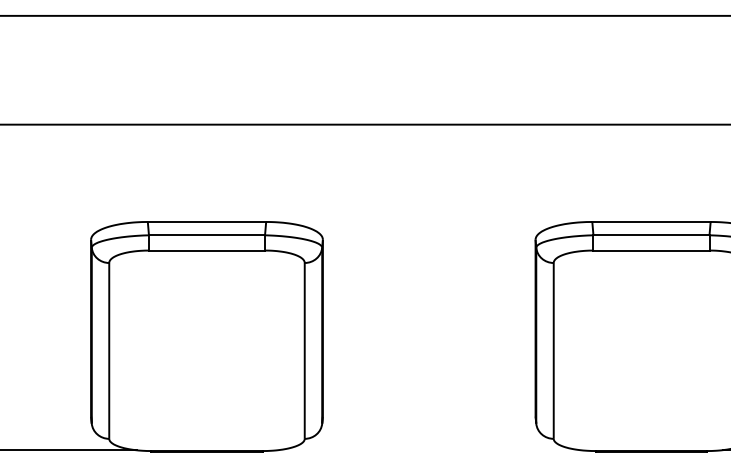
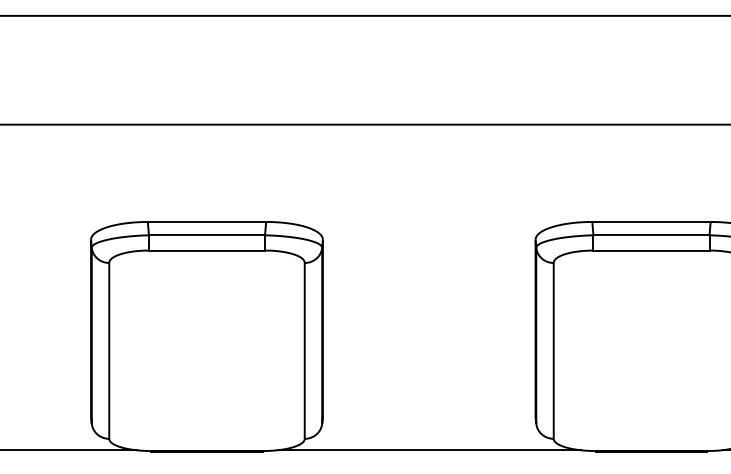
line at (429, 450): none -> present
